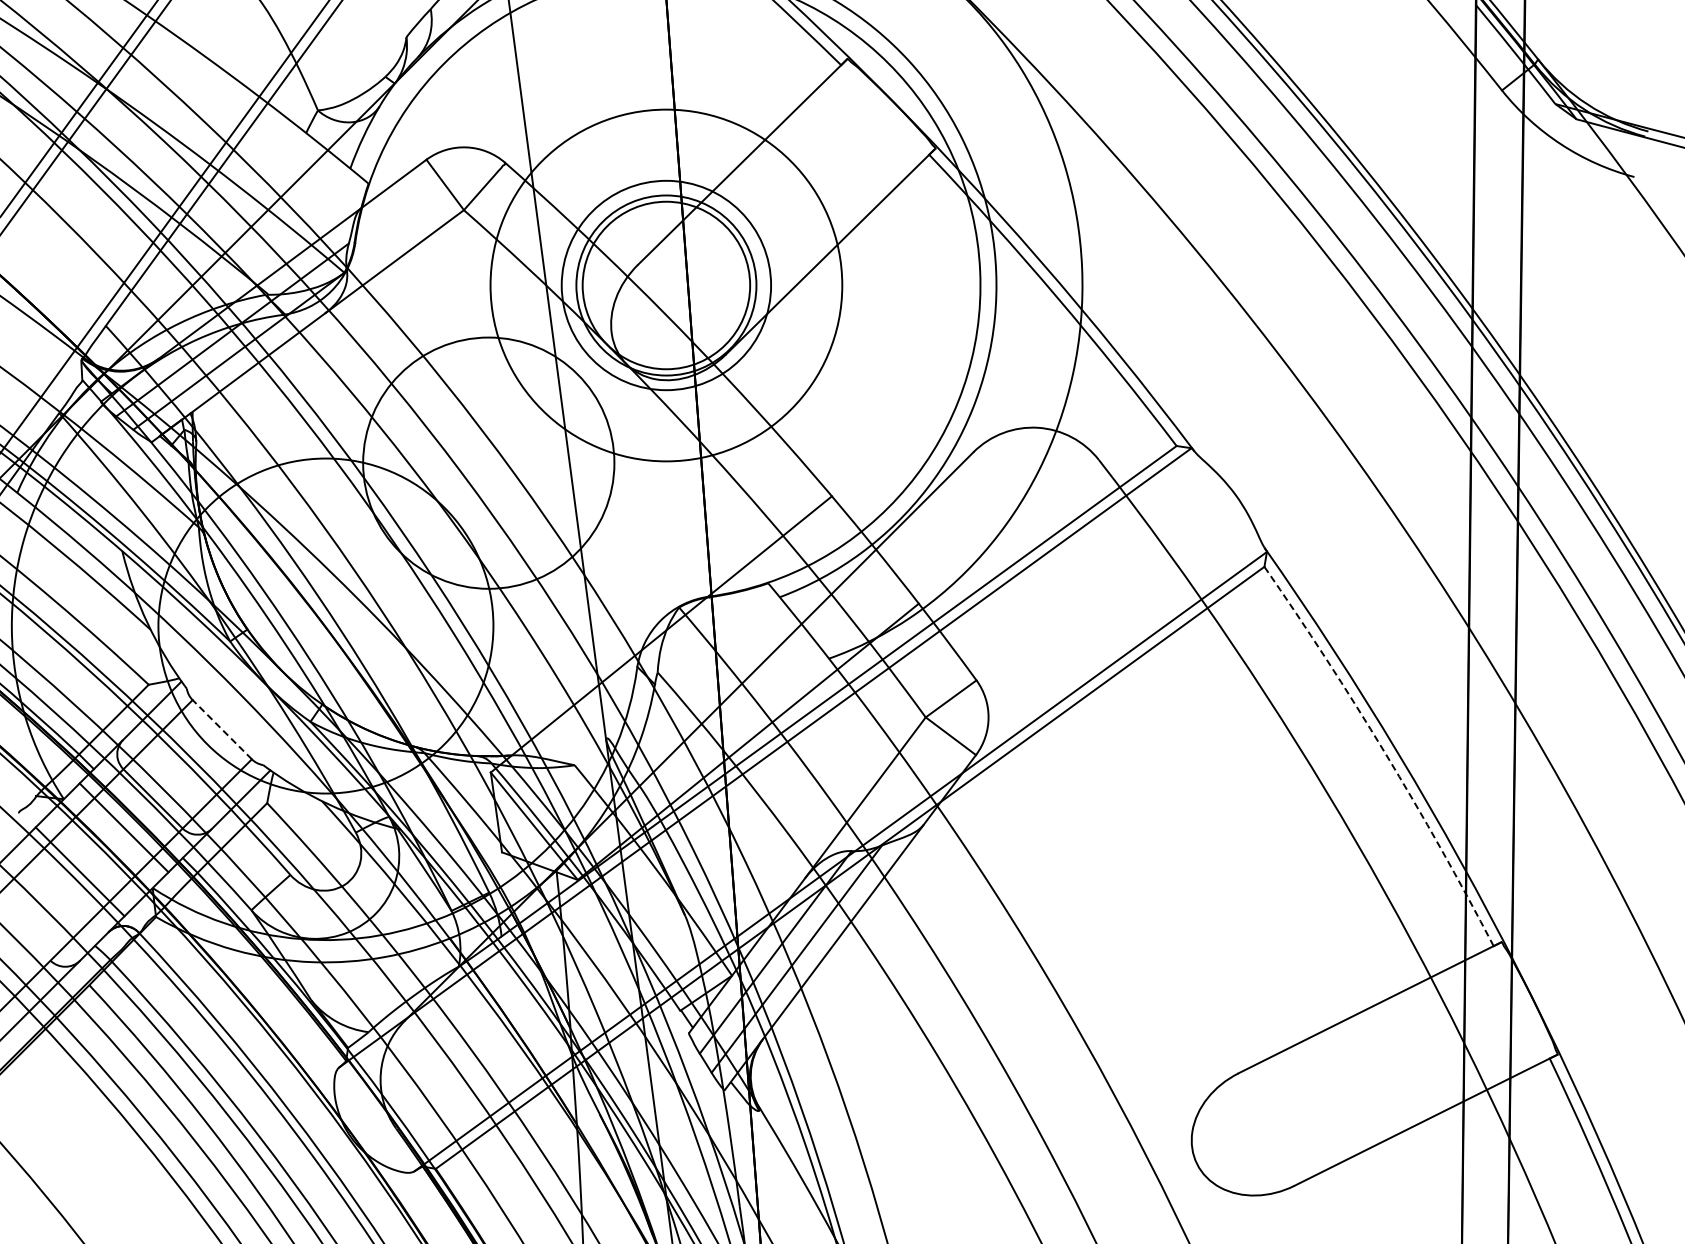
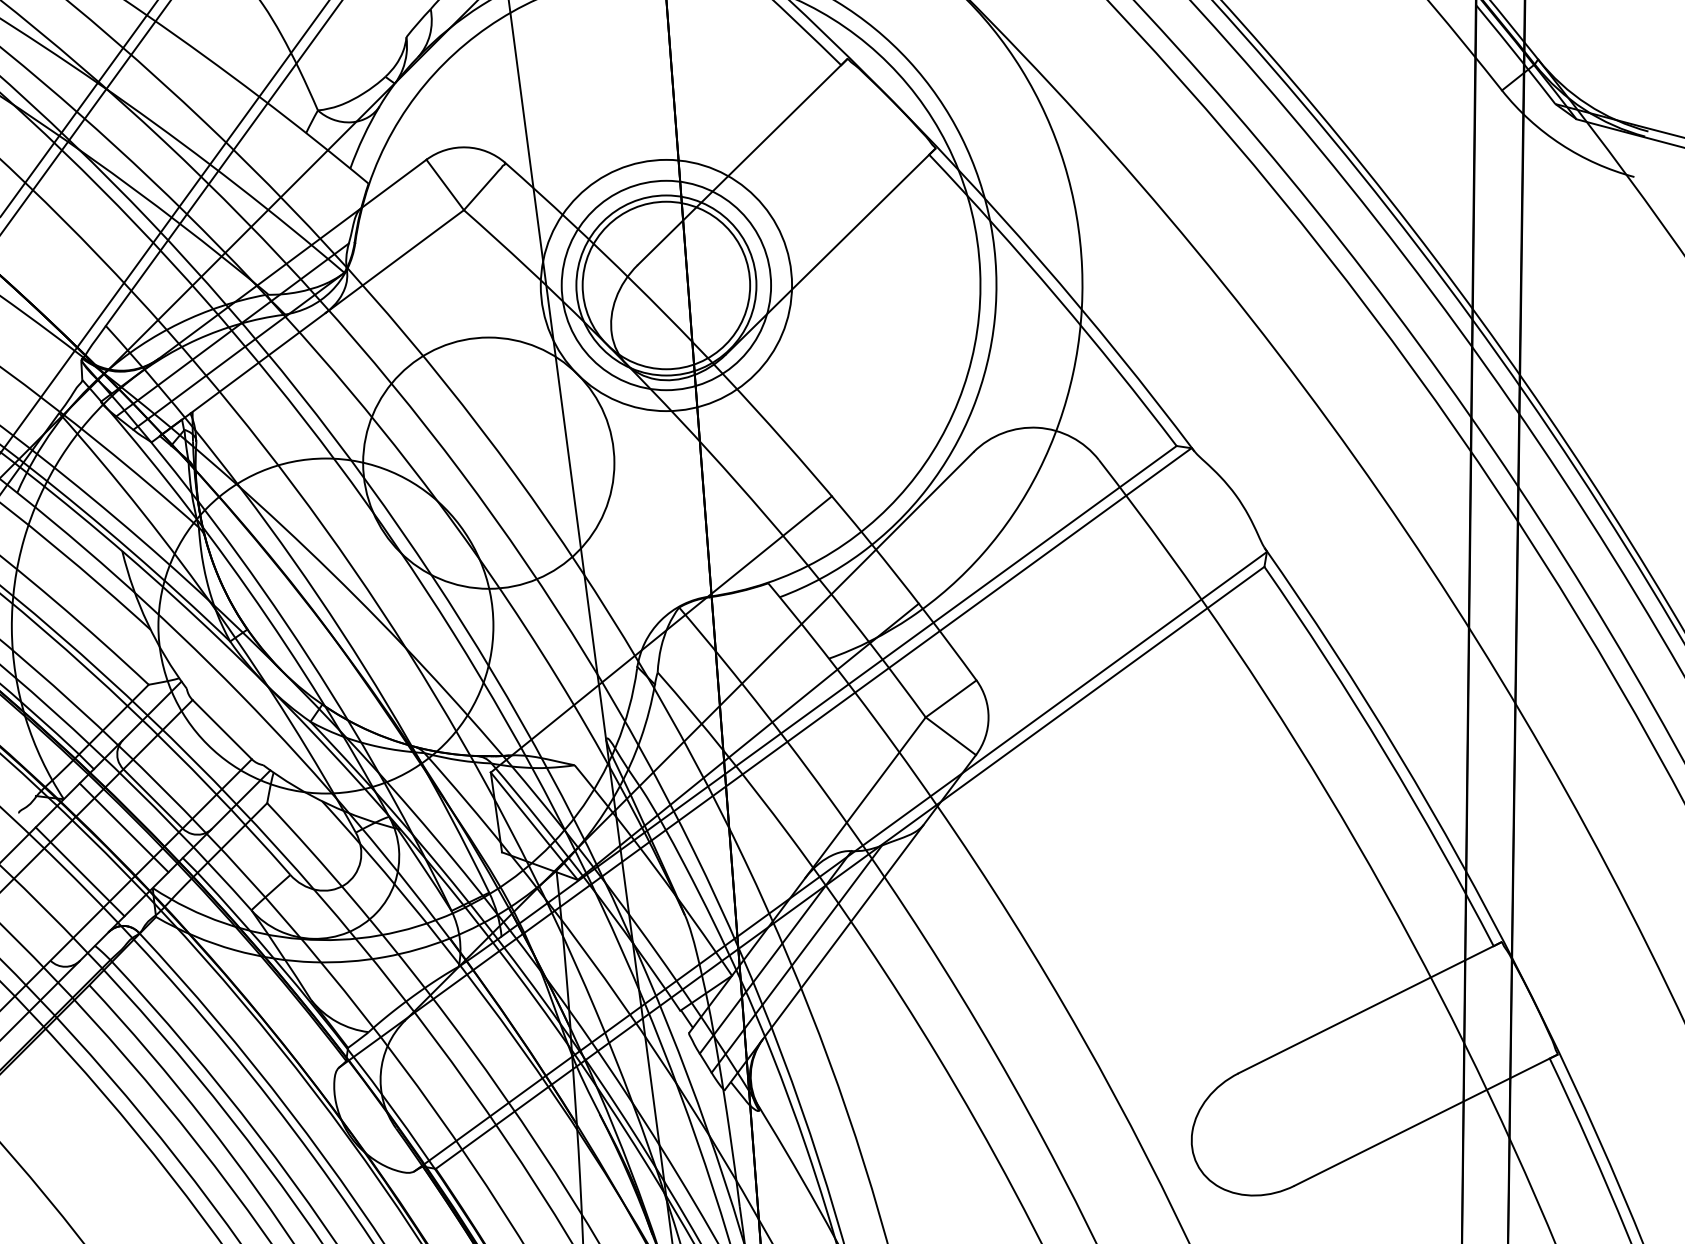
circle at (666, 285) diameter: 352 px -> 251 px
line at (222, 729): dashed -> solid
arc at (1385, 752): dashed -> solid
